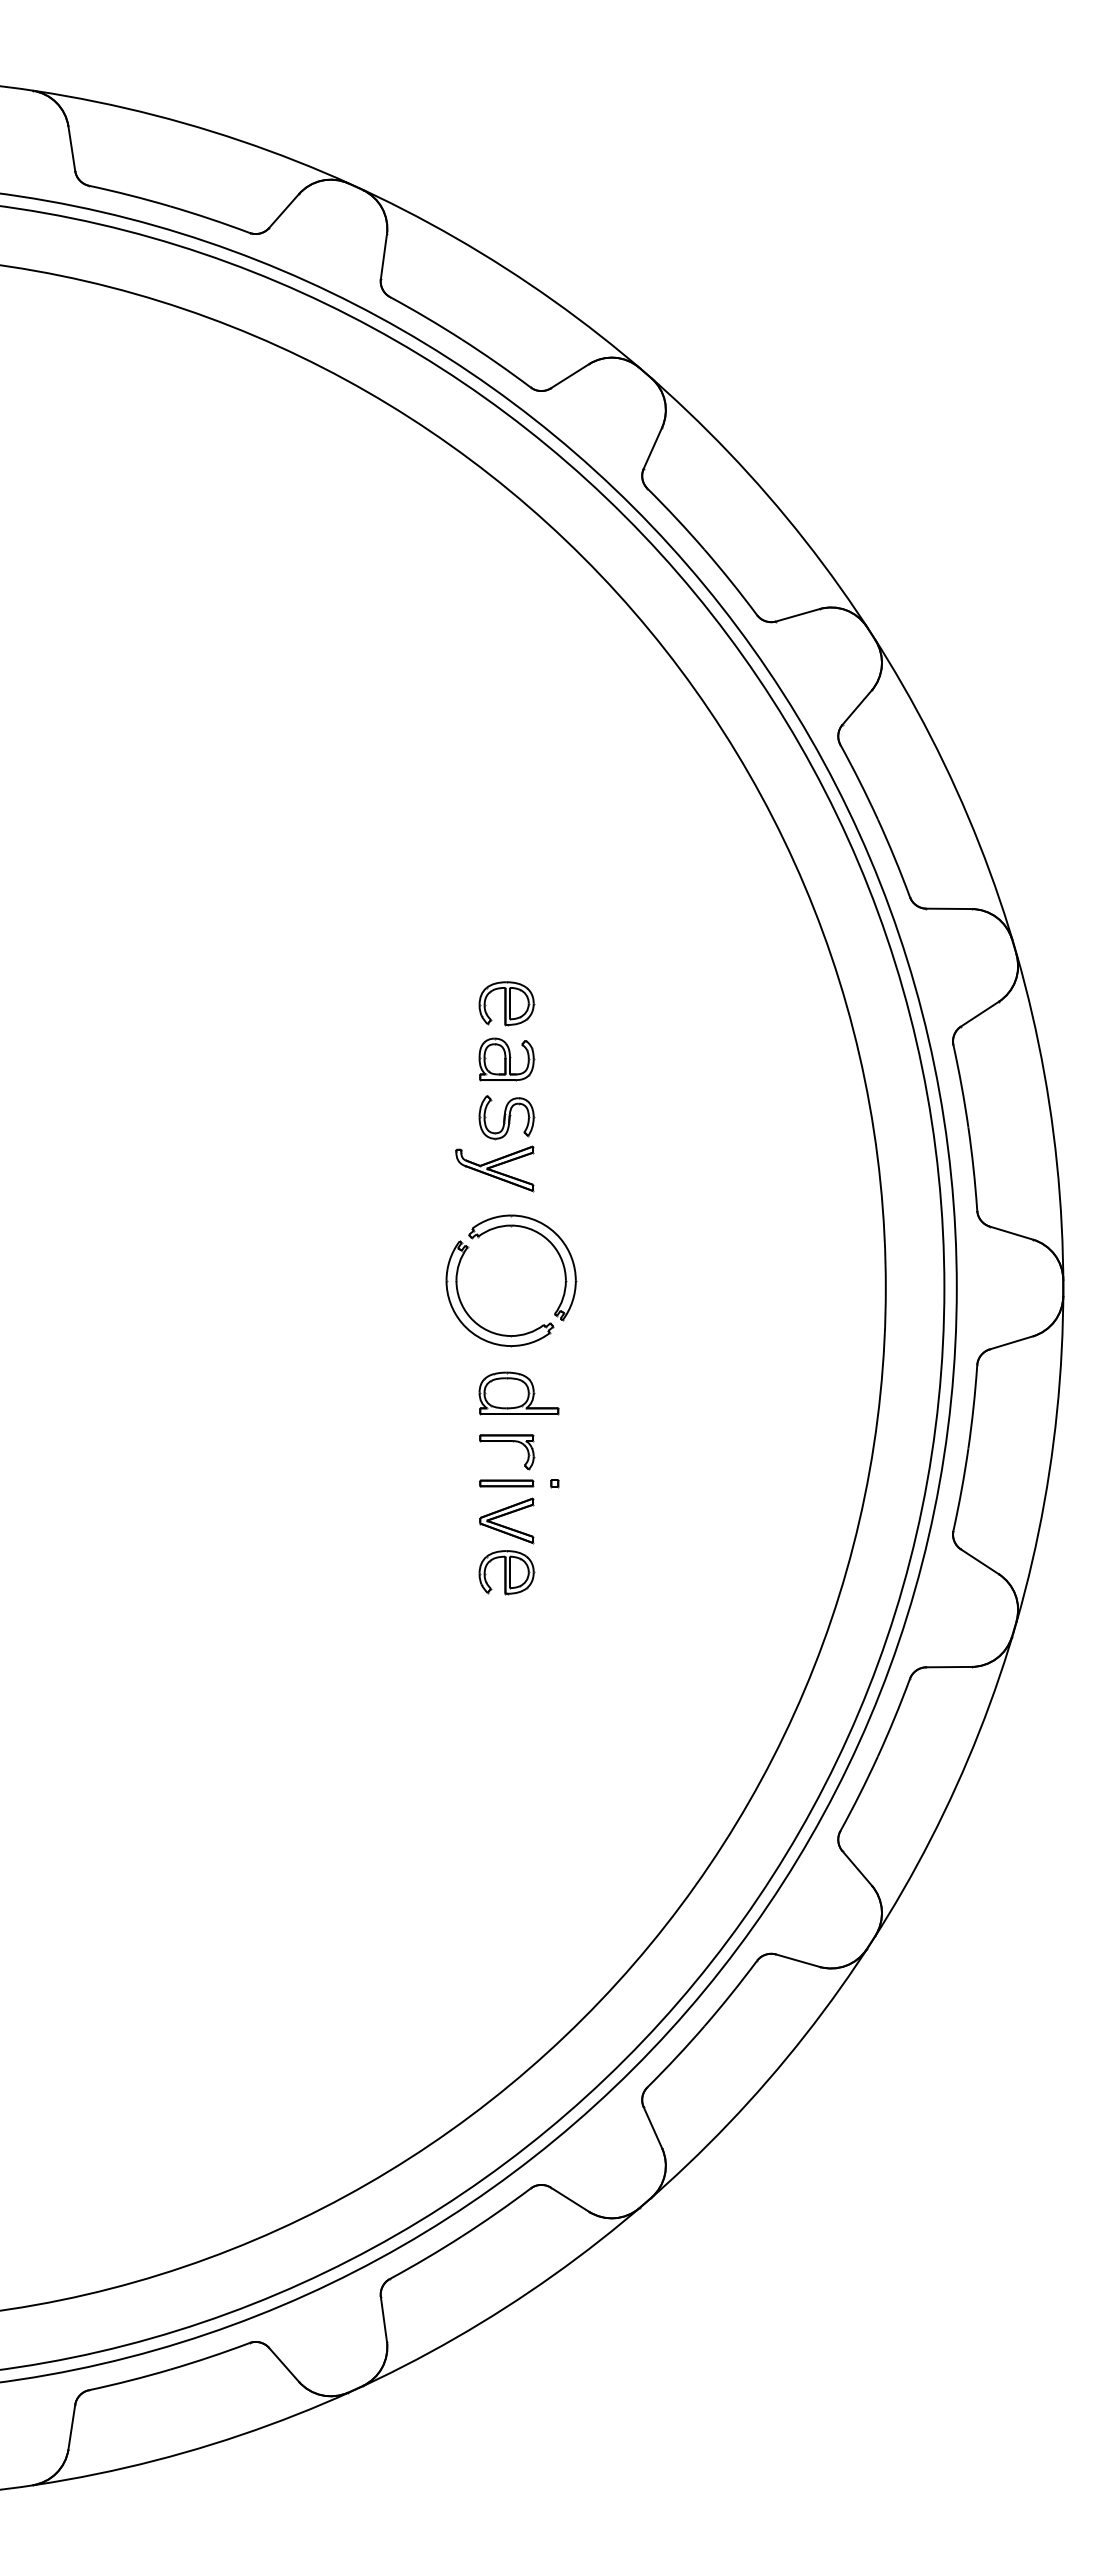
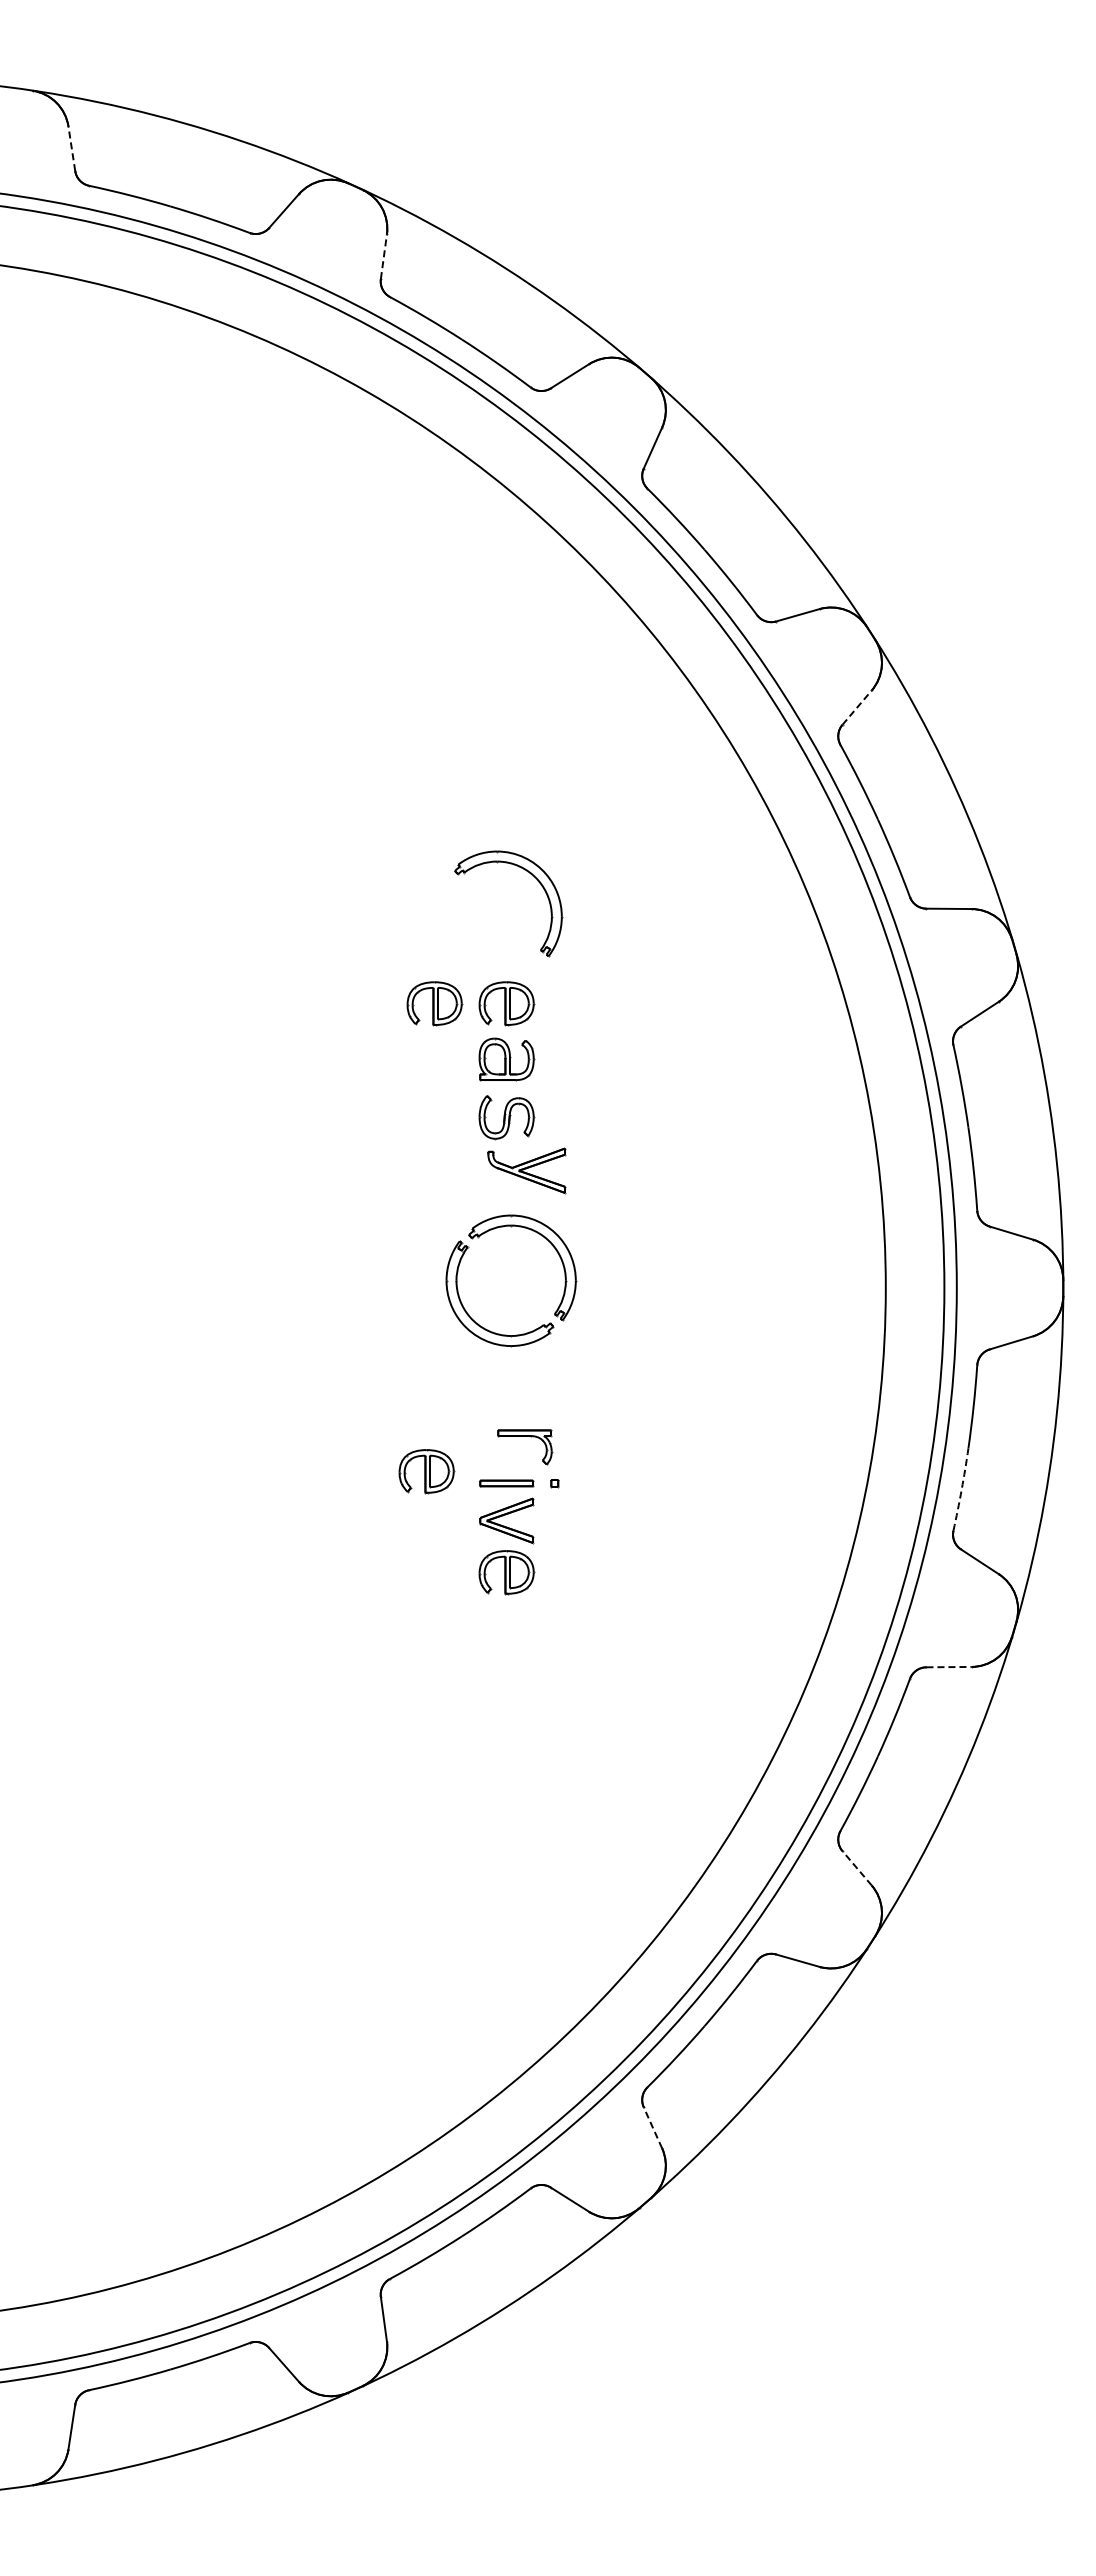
line at (71, 148): solid -> dashed
line at (383, 256): solid -> dashed
line at (857, 707): solid -> dashed
part at (531, 875): none -> present
part at (434, 1003): none -> present
part at (494, 1168) position: (494, 1168) -> (526, 1170)
part at (518, 1393): present -> none
part at (507, 1441) position: (507, 1441) -> (525, 1436)
part at (426, 1471): none -> present
arc at (961, 1489): solid -> dashed
line at (949, 1667): solid -> dashed
line at (857, 1868): solid -> dashed
line at (652, 2127): solid -> dashed
